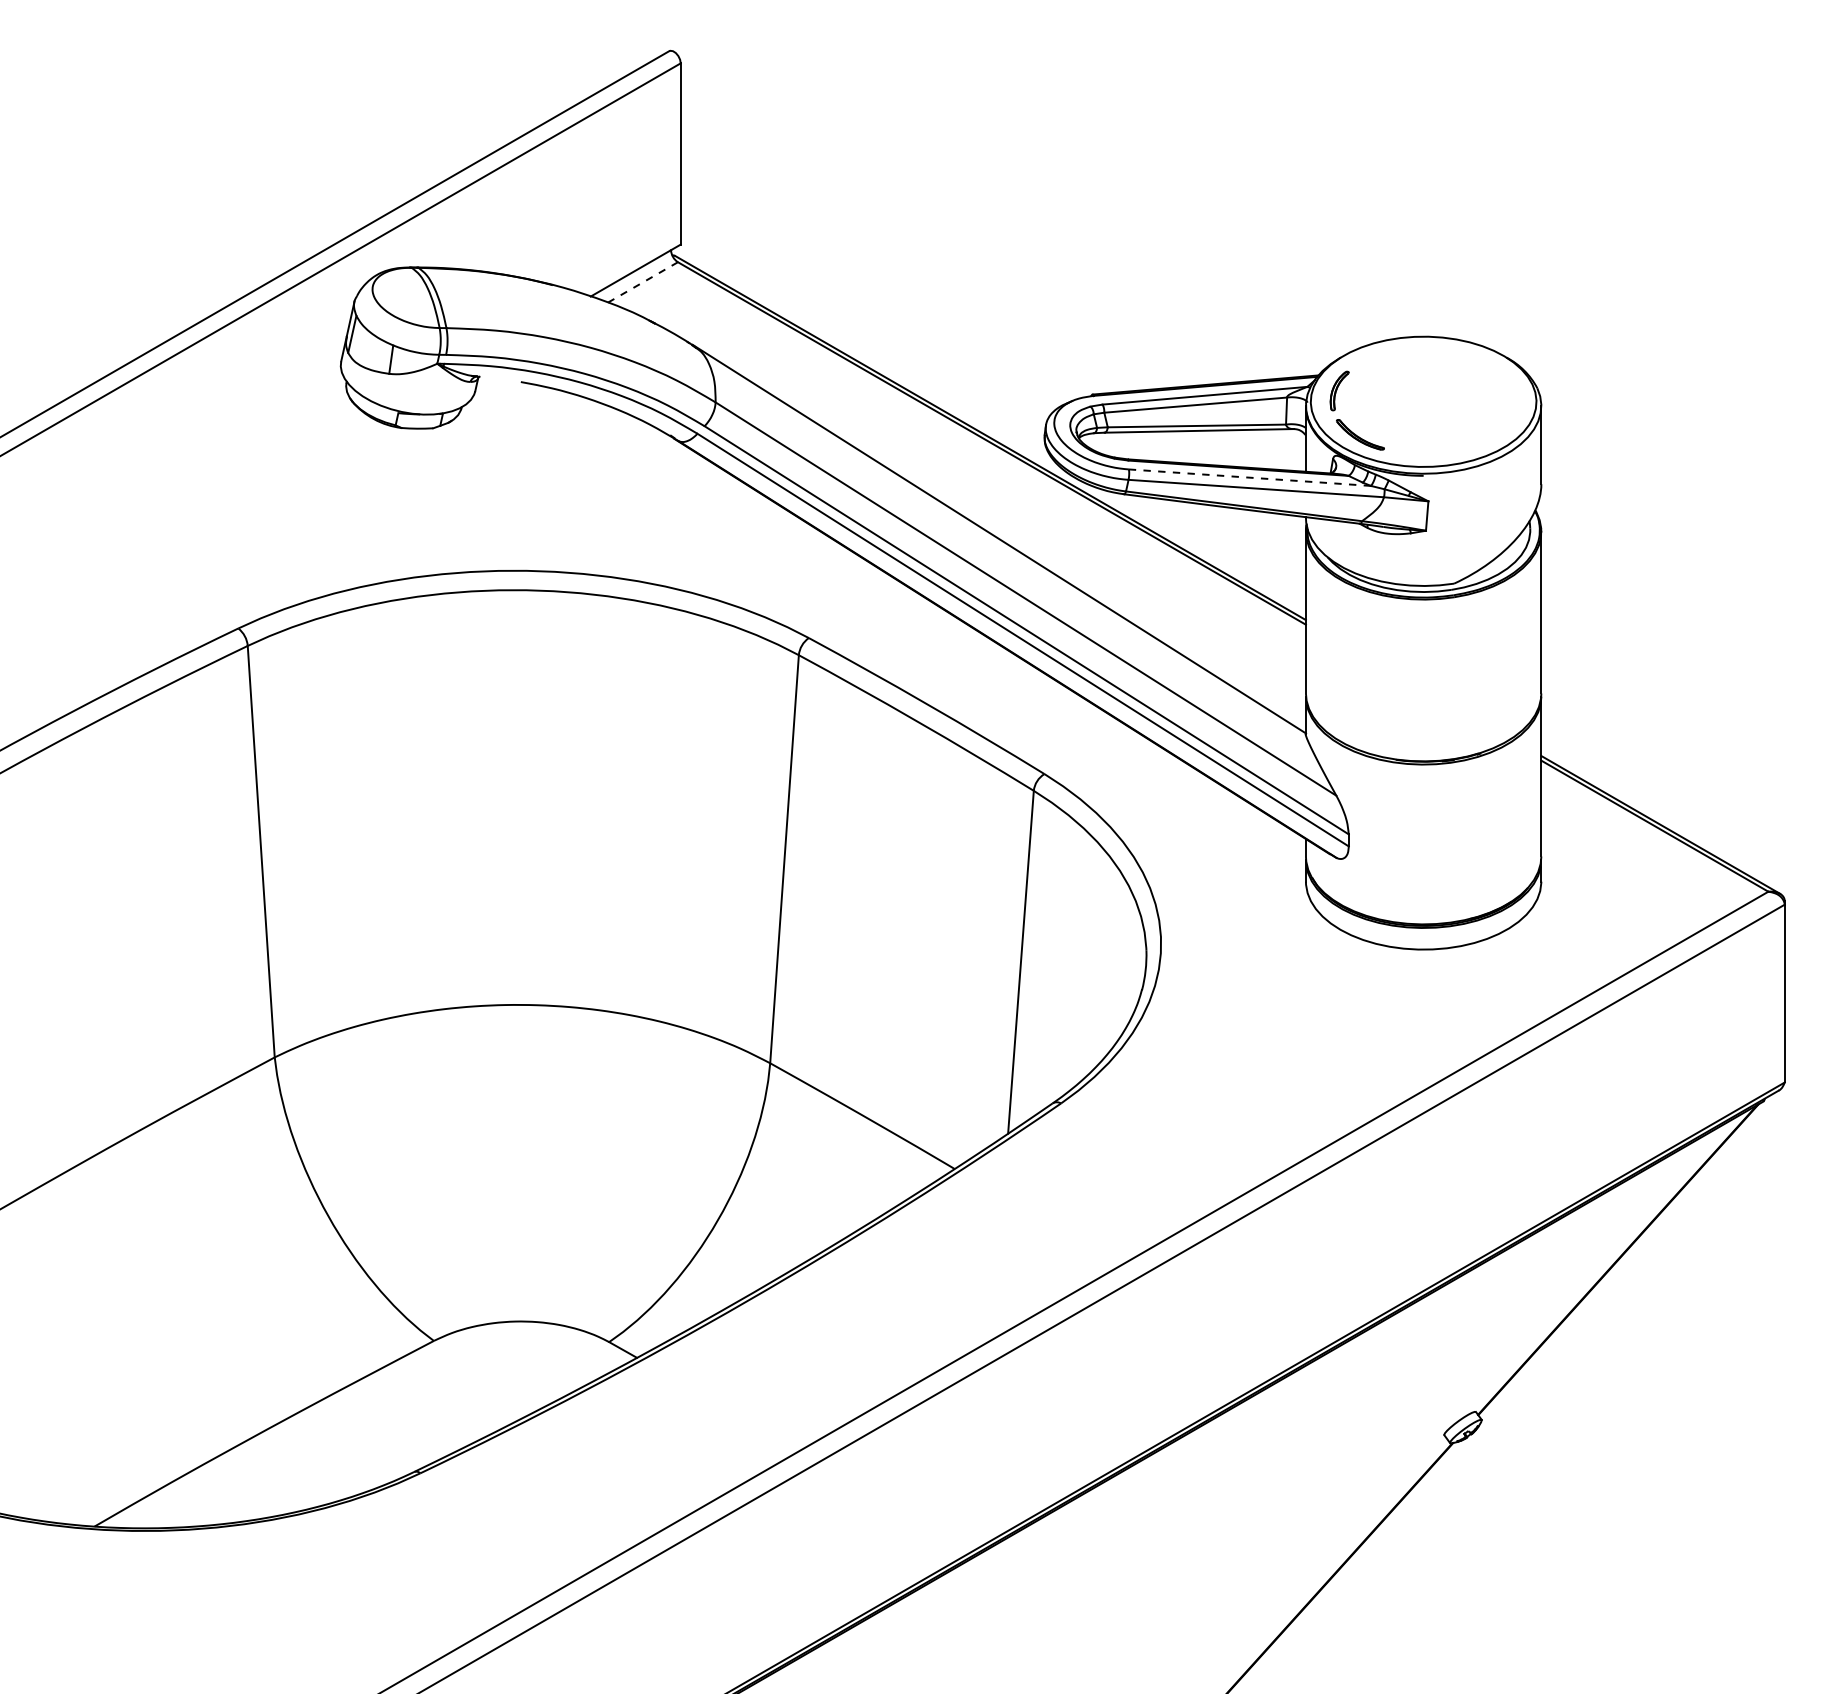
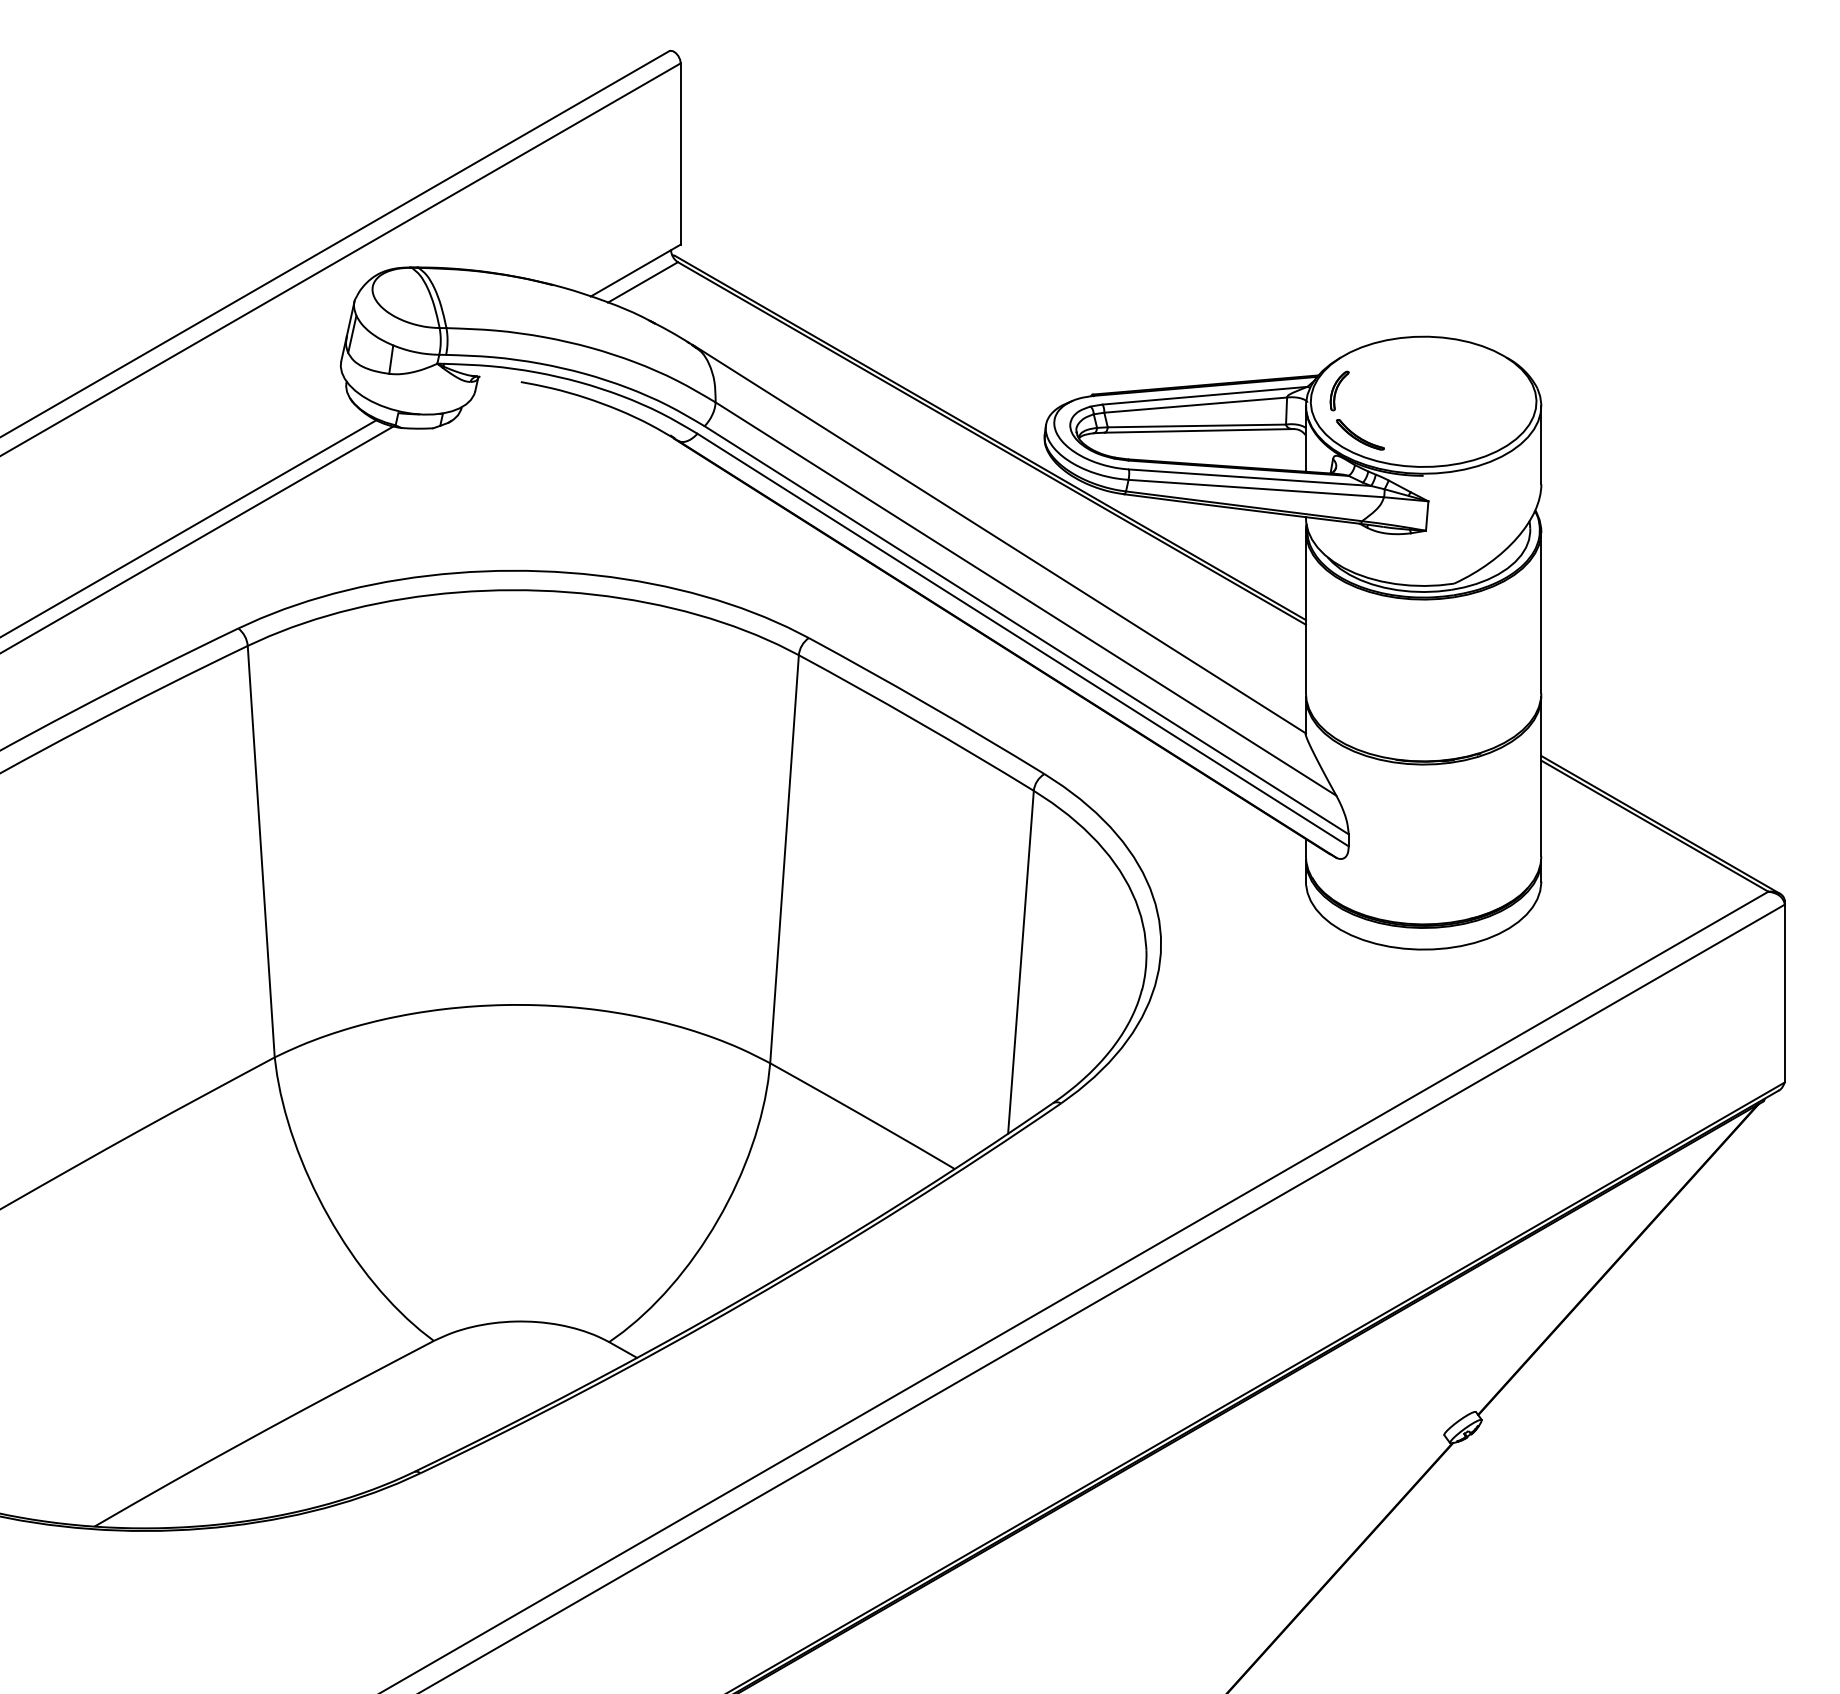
line at (643, 282): dashed -> solid
line at (1249, 477): dashed -> solid
line at (189, 528): none -> present
line at (197, 539): none -> present
